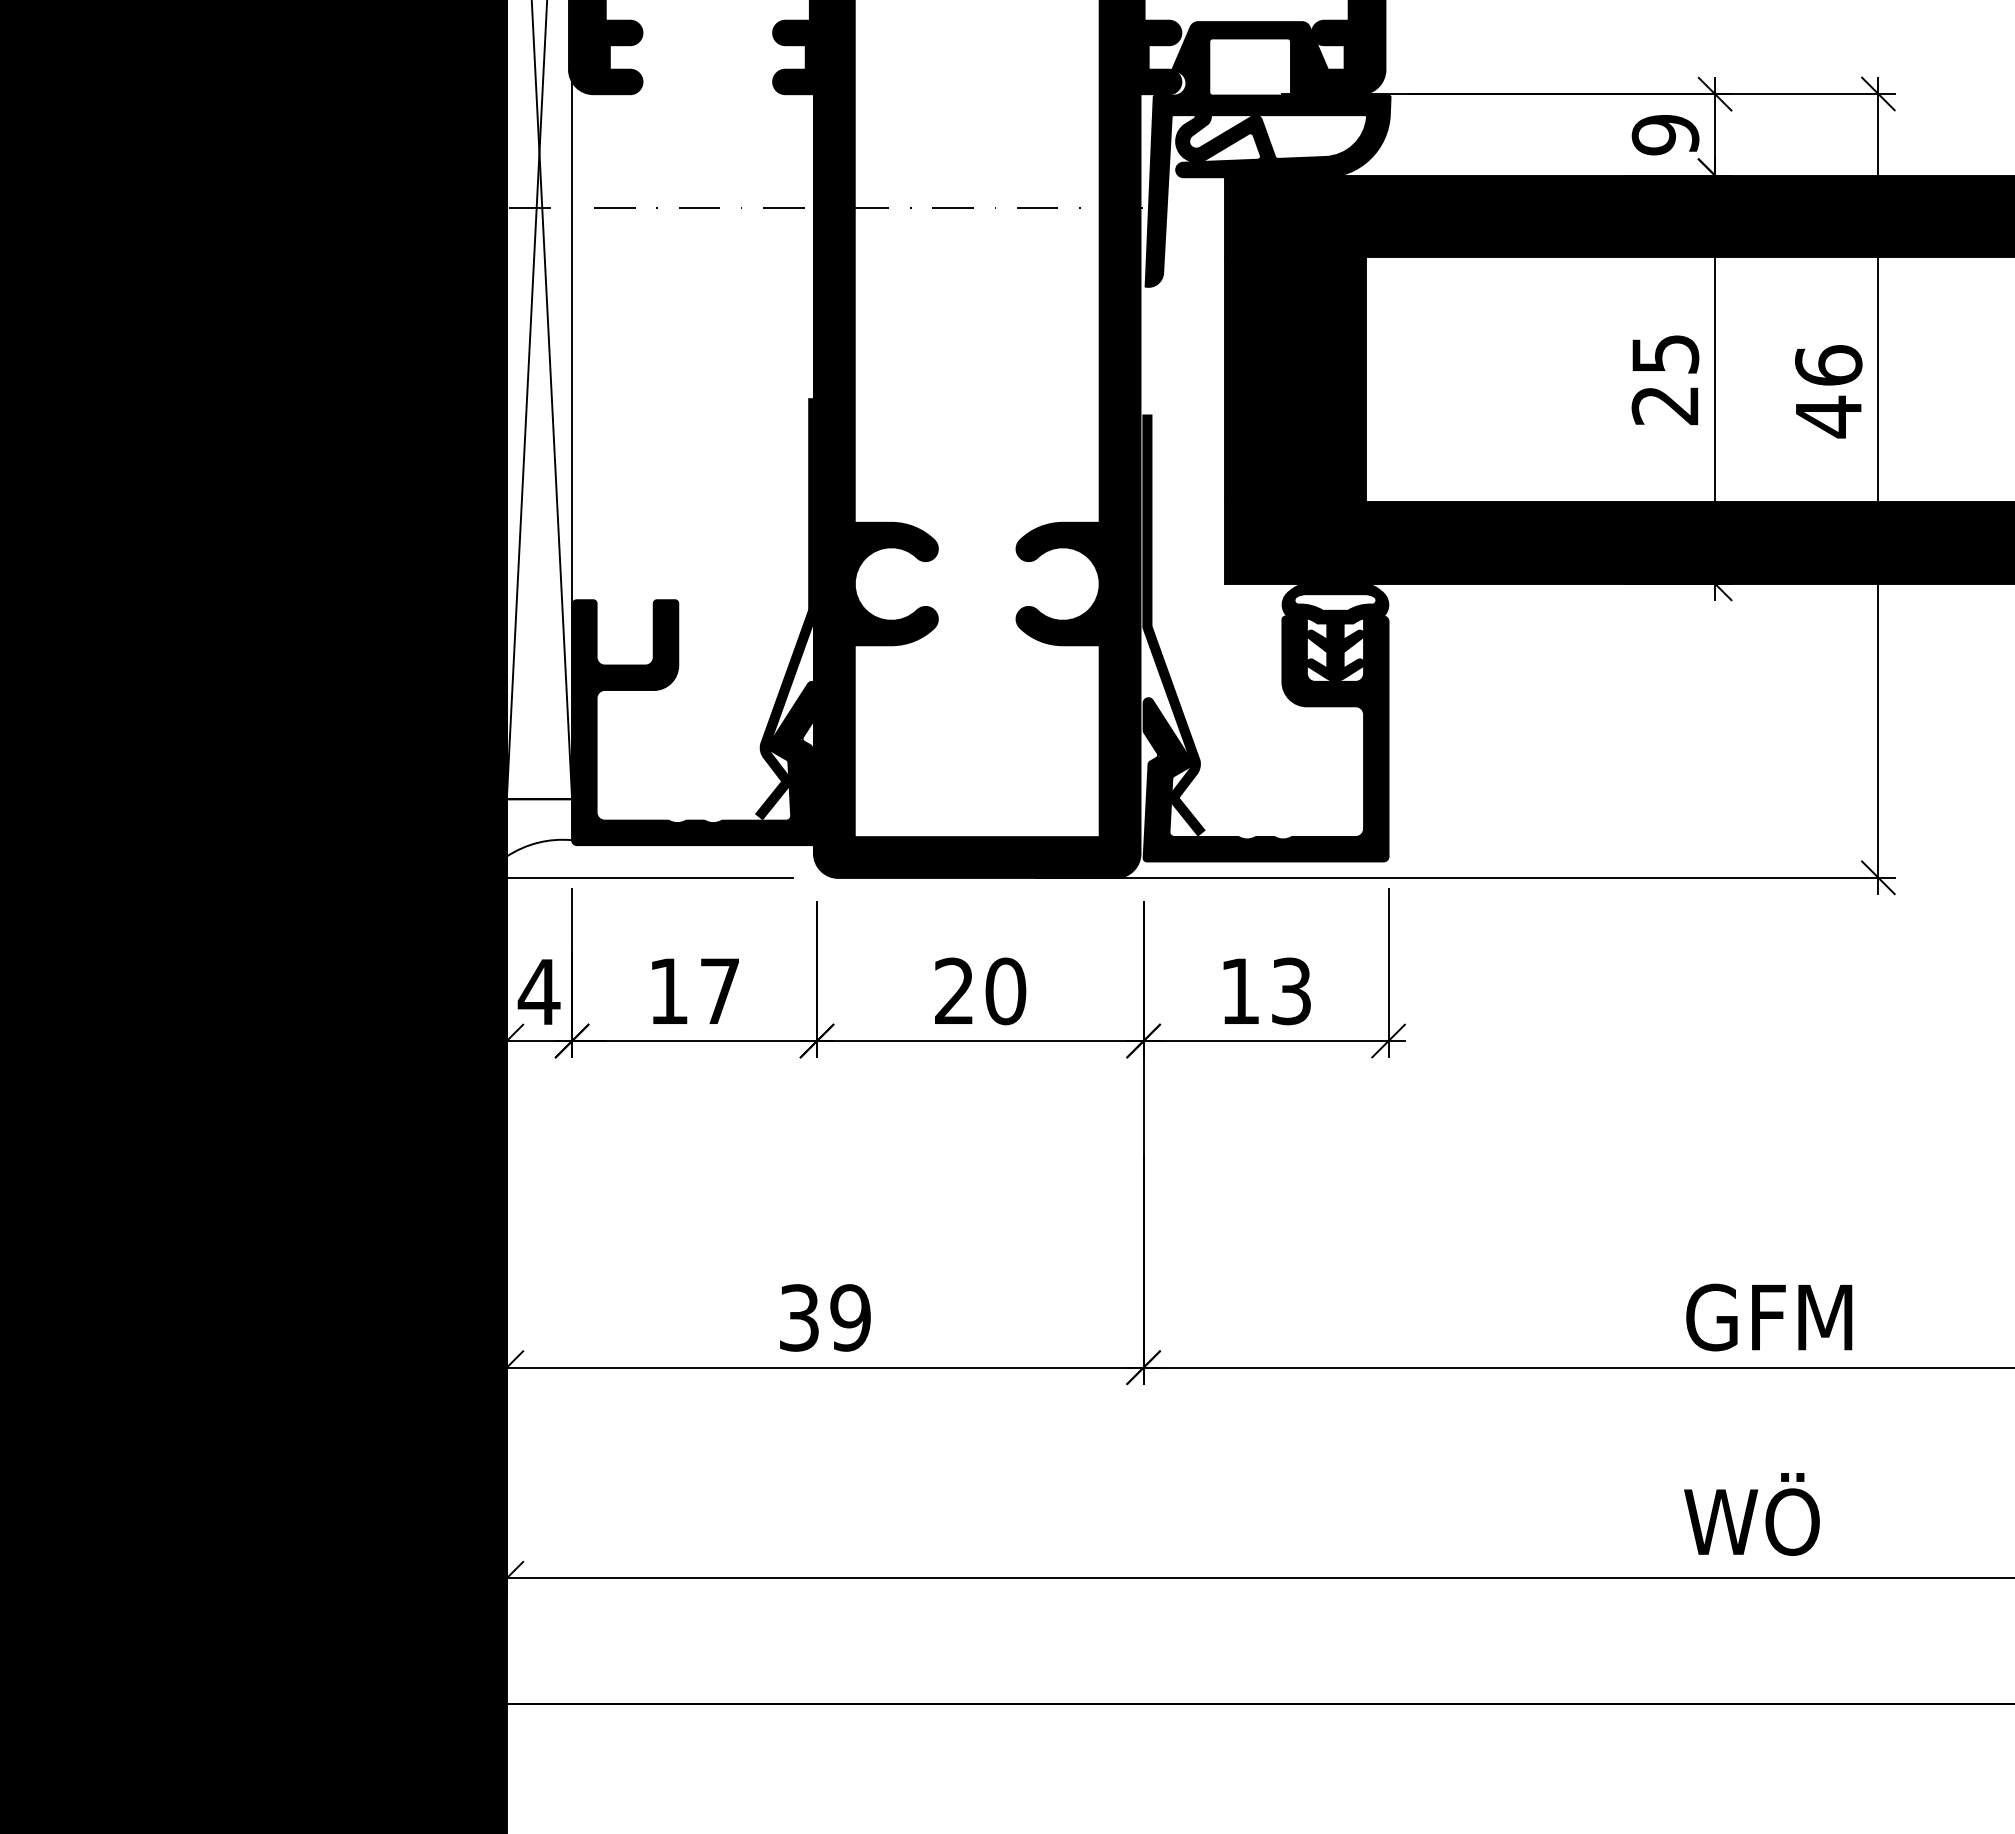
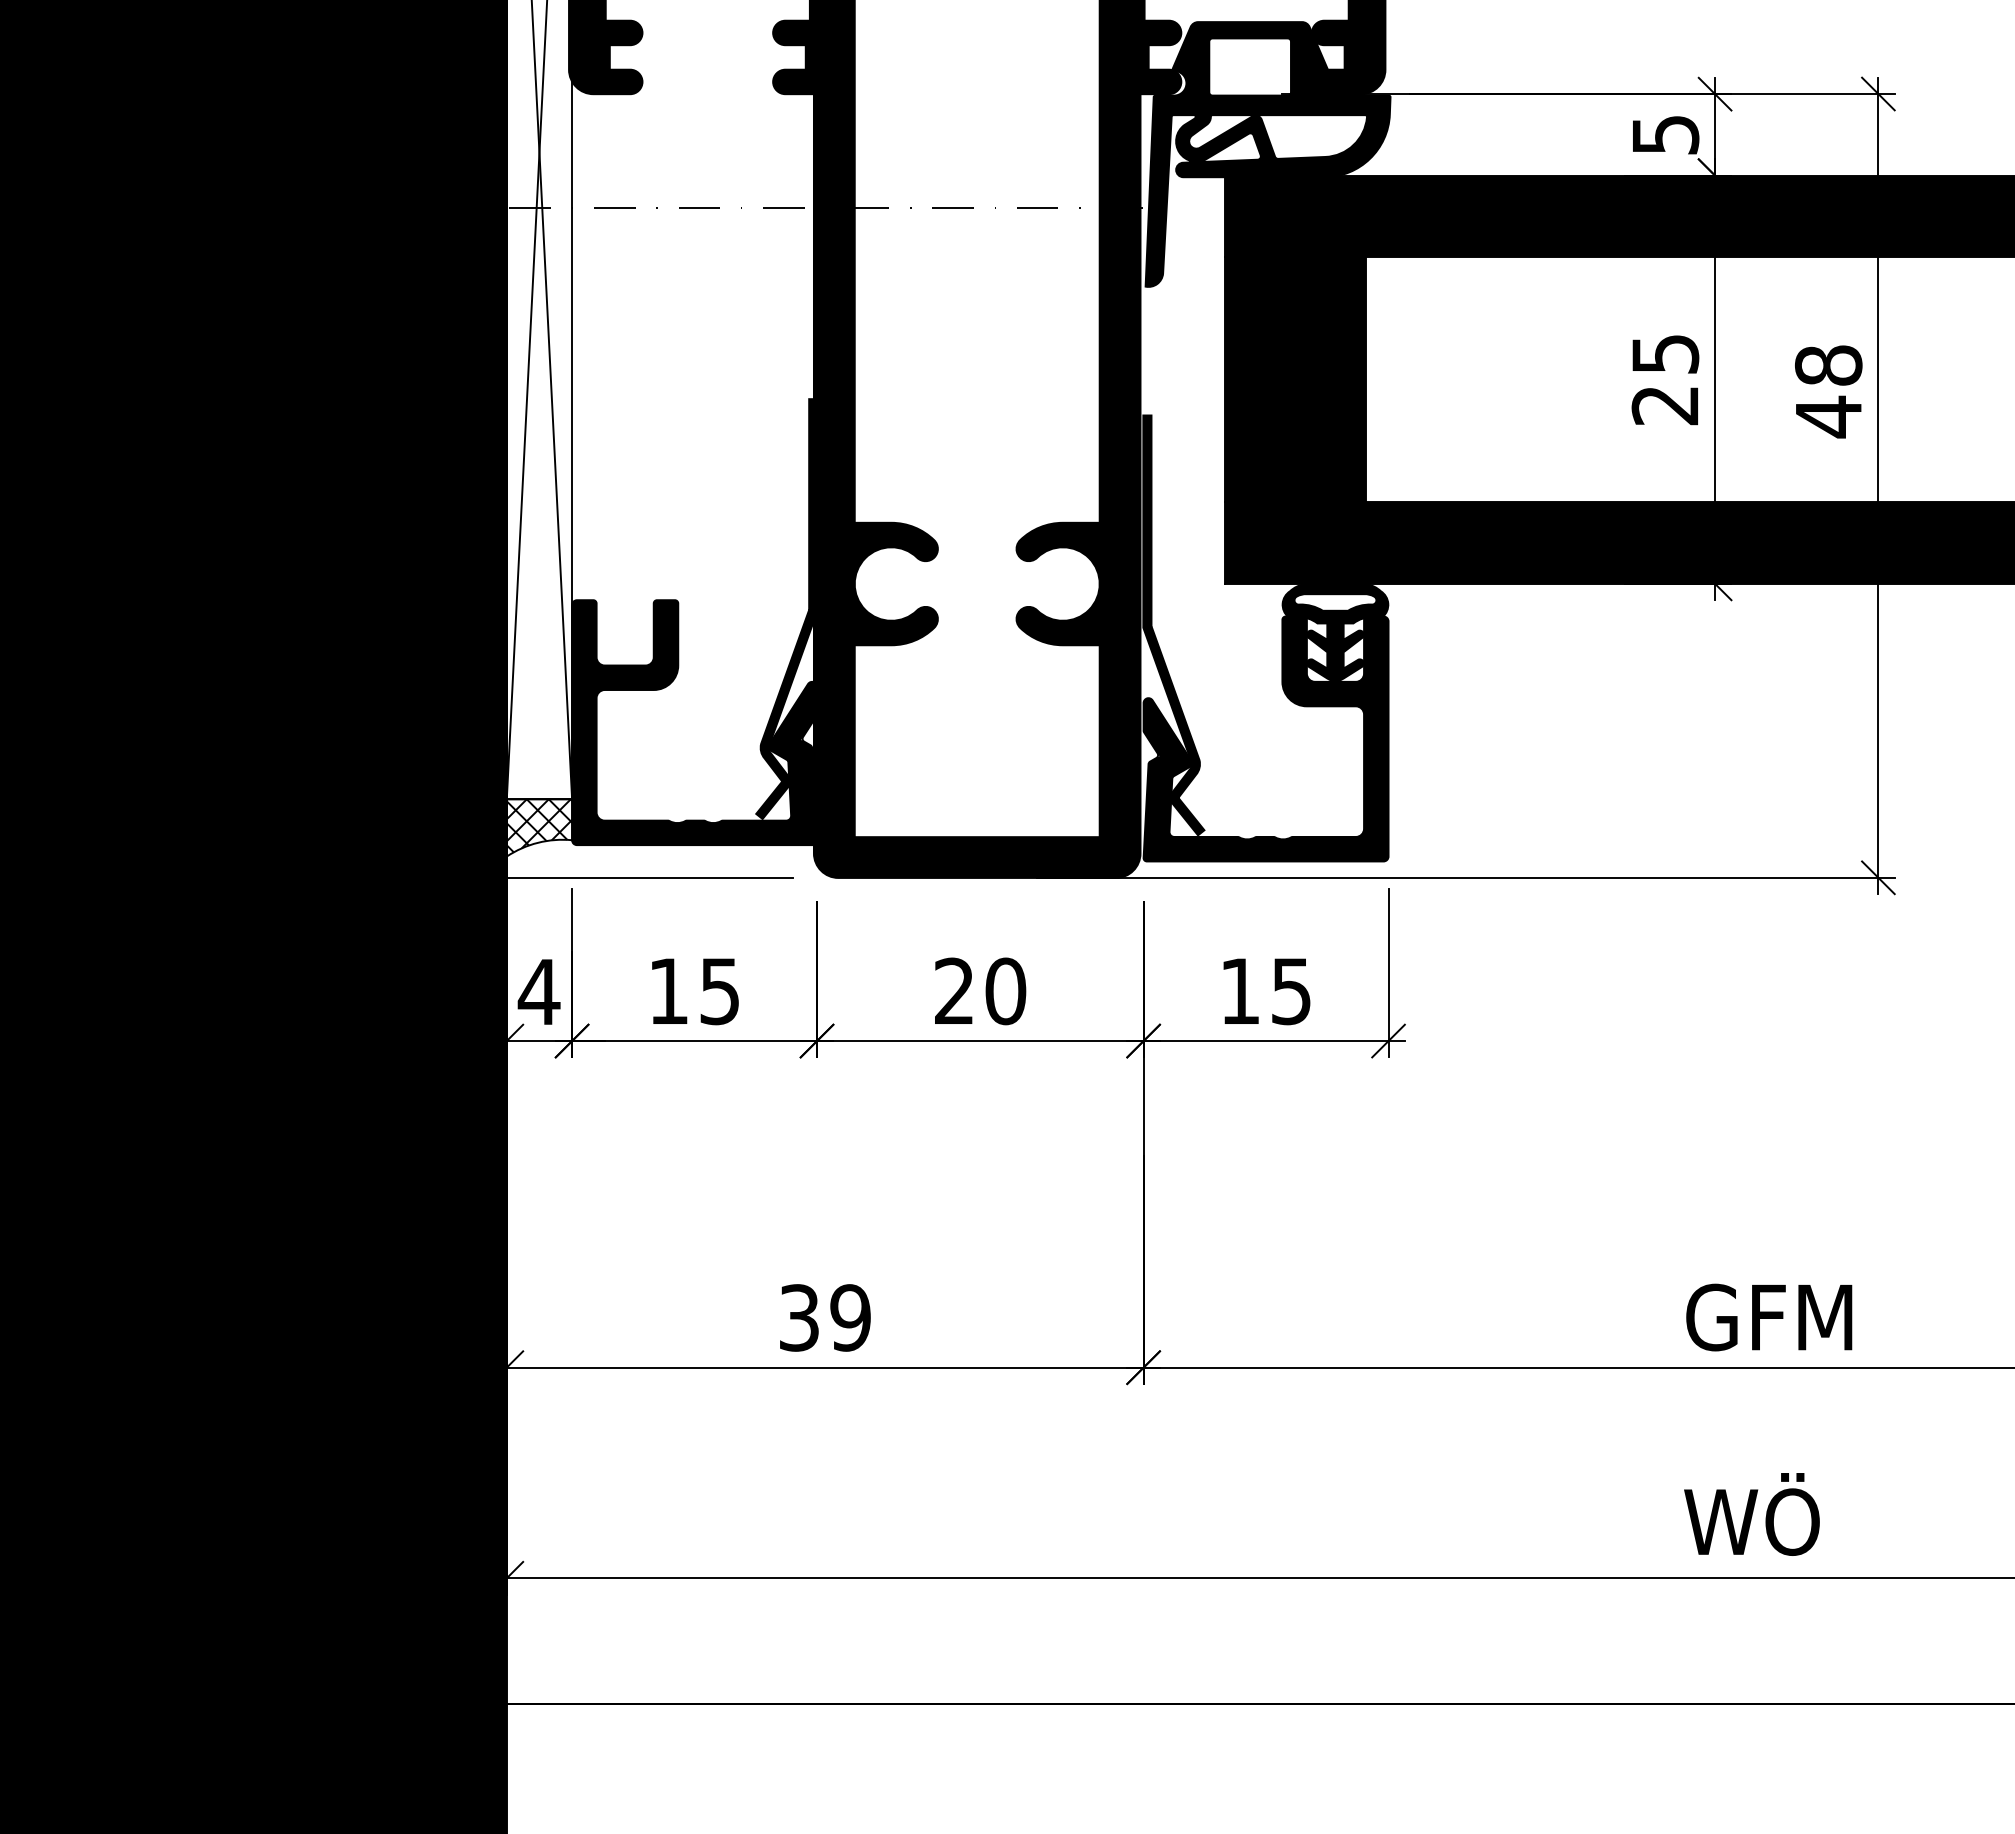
text at (1665, 135): 9 -> 5
text at (1828, 365): 46 -> 48
hatch at (539, 825): none -> present
text at (1291, 990): 13 -> 15
text at (719, 991): 17 -> 15
